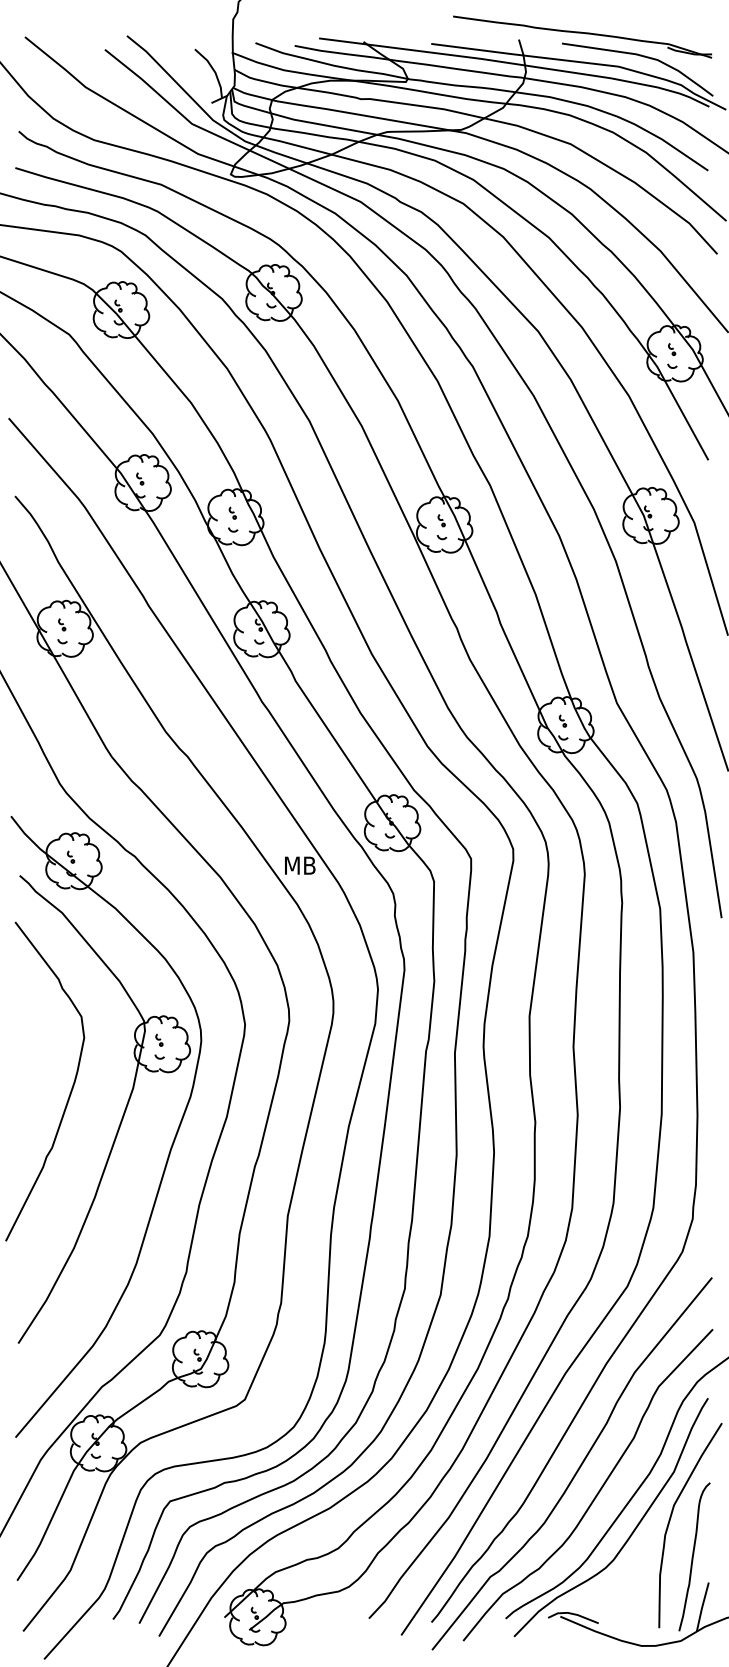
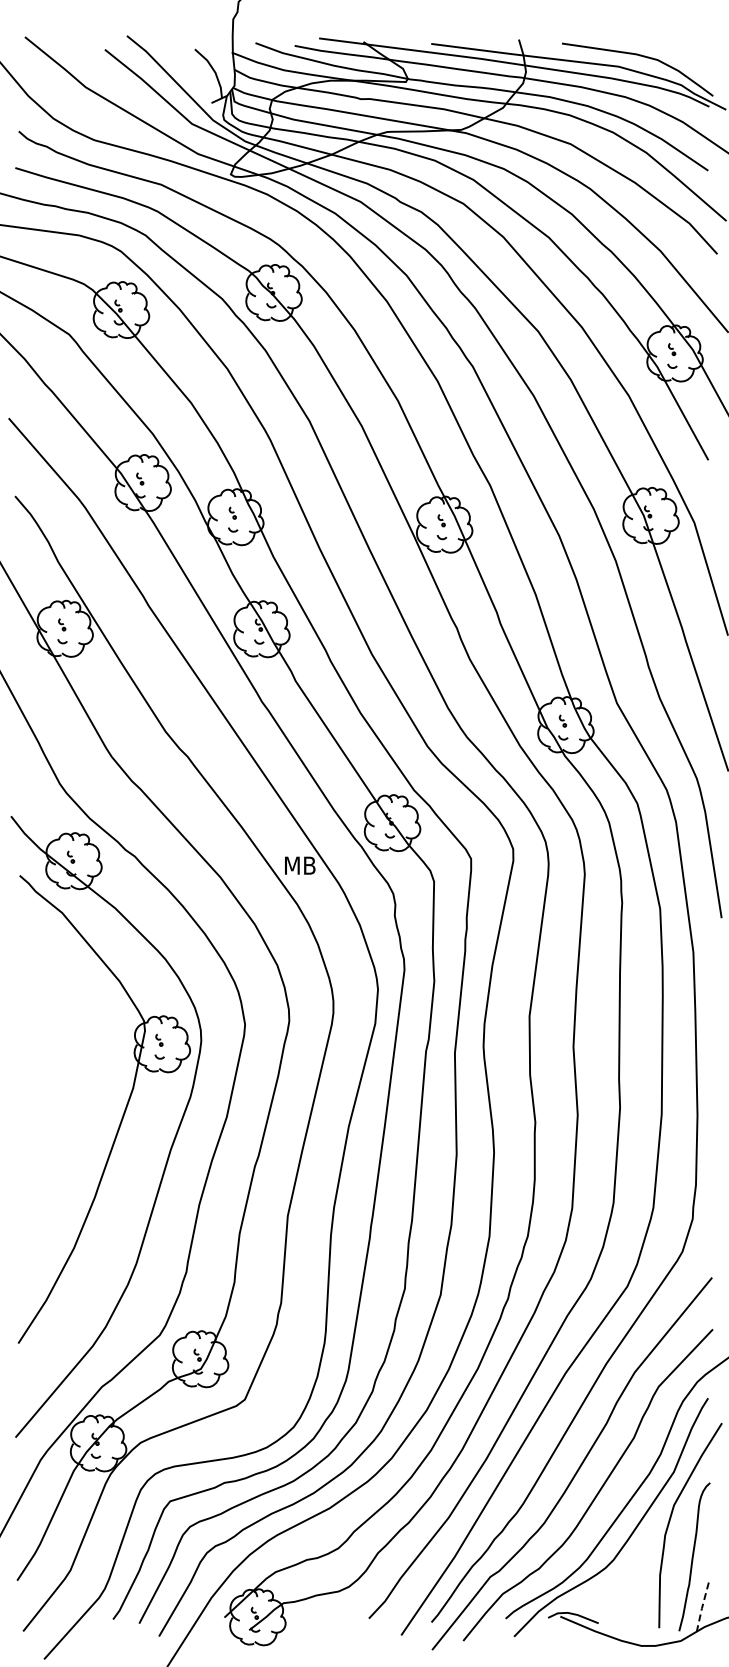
part at (582, 36): present -> none
curve at (70, 1090): present -> none
line at (702, 1607): solid -> dashed
